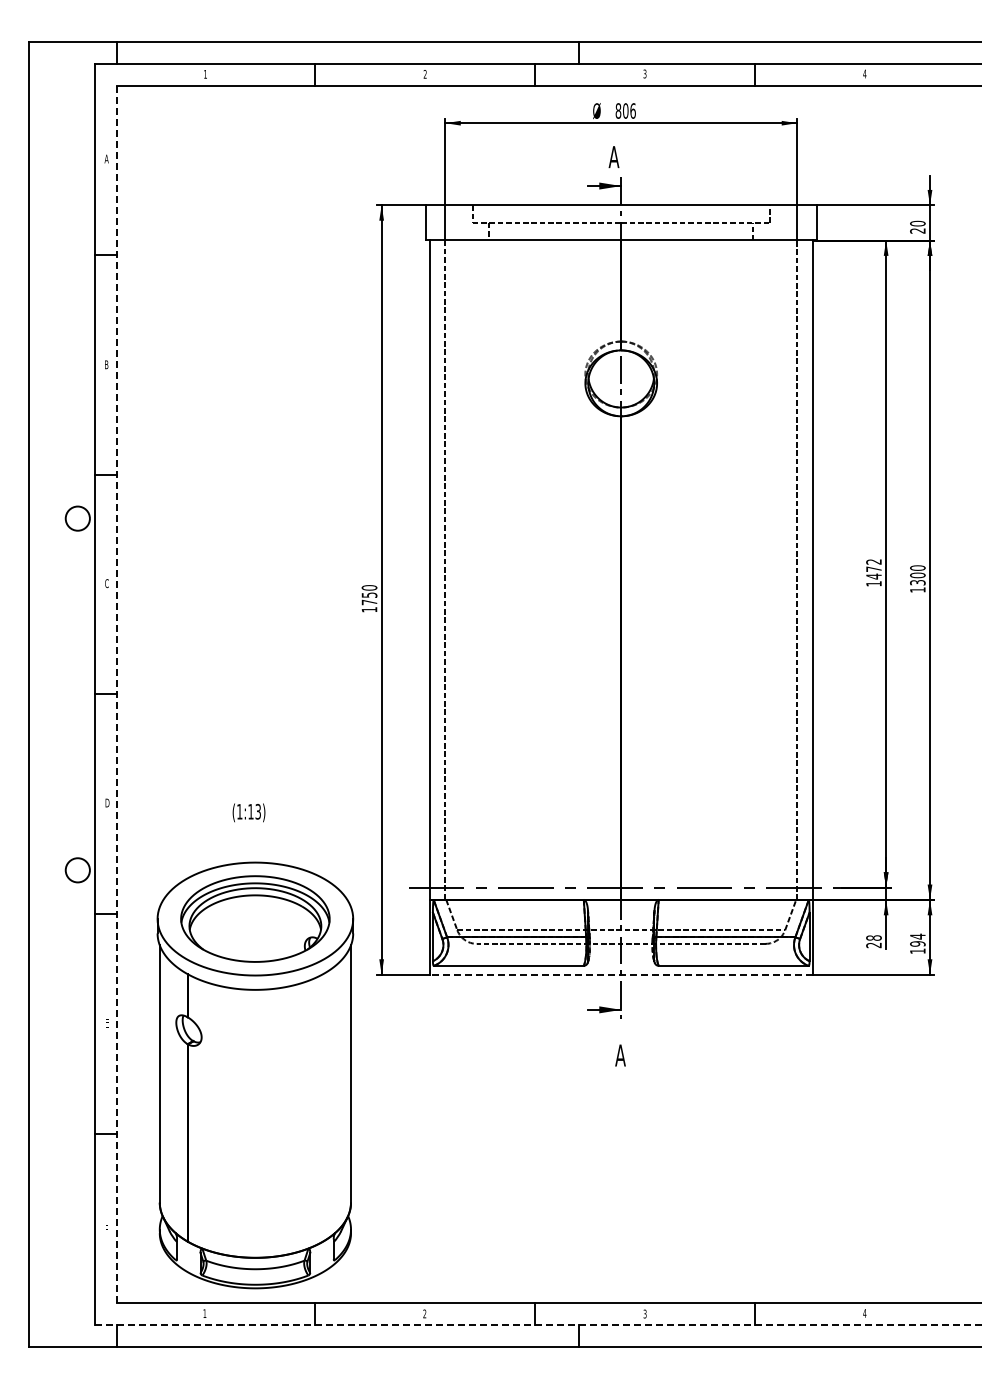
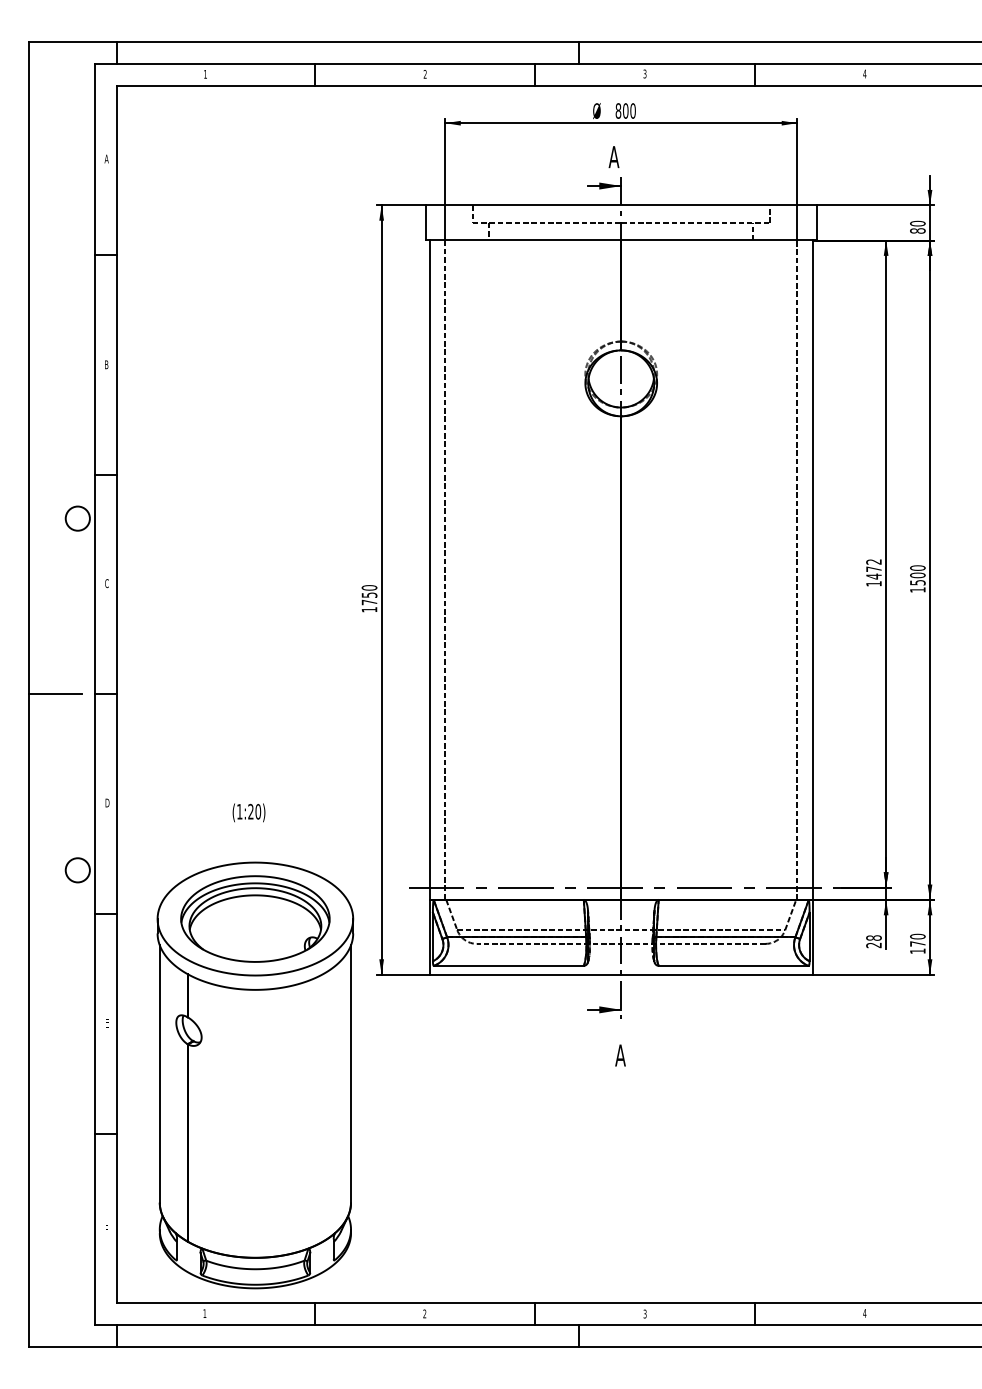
text at (632, 110): 806 -> 800
text at (917, 230): 20 -> 80
text at (917, 582): 1300 -> 1500
line at (55, 694): none -> present
line at (117, 694): dashed -> solid
text at (254, 811): (1:13) -> (1:20)
text at (917, 939): 194 -> 170
line at (620, 974): dashed -> solid
line at (538, 1325): dashed -> solid
